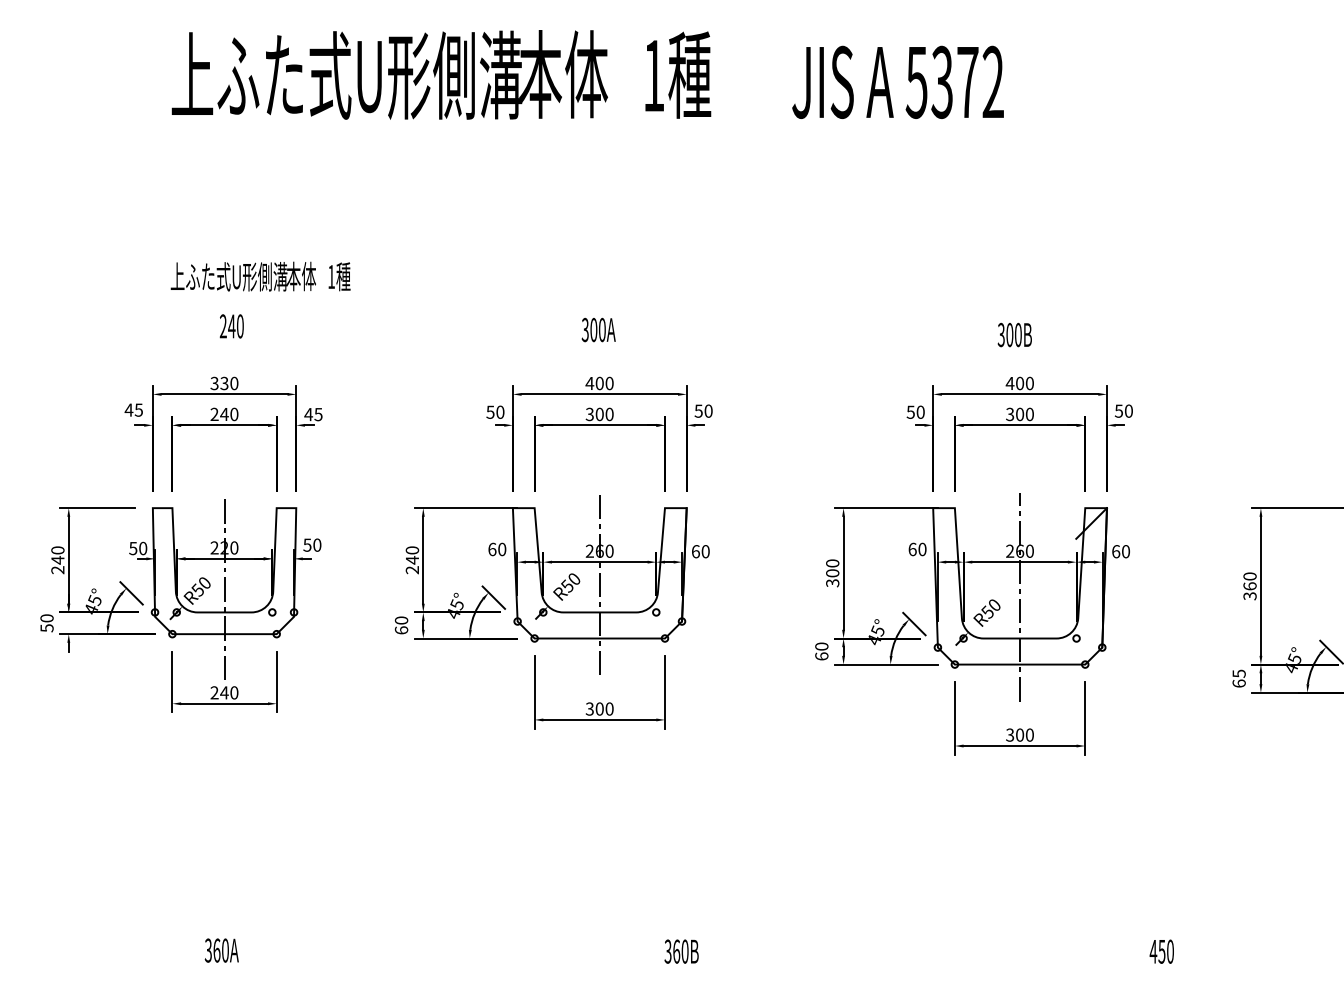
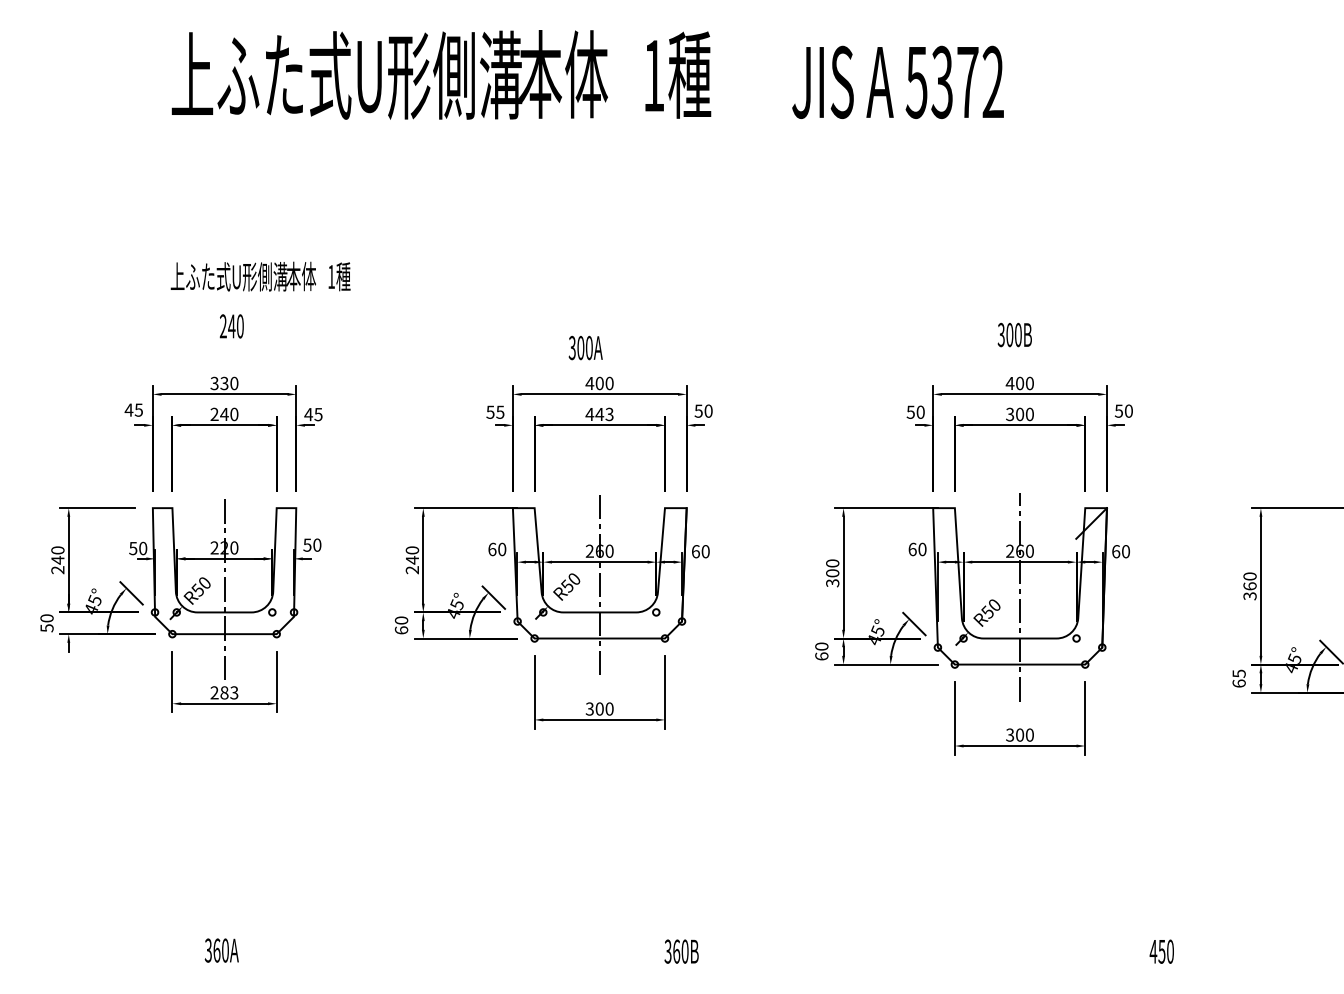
text at (598, 329) position: (598, 329) -> (585, 347)
text at (500, 411): 50 -> 55
text at (599, 414): 300 -> 443
text at (229, 692): 240 -> 283
